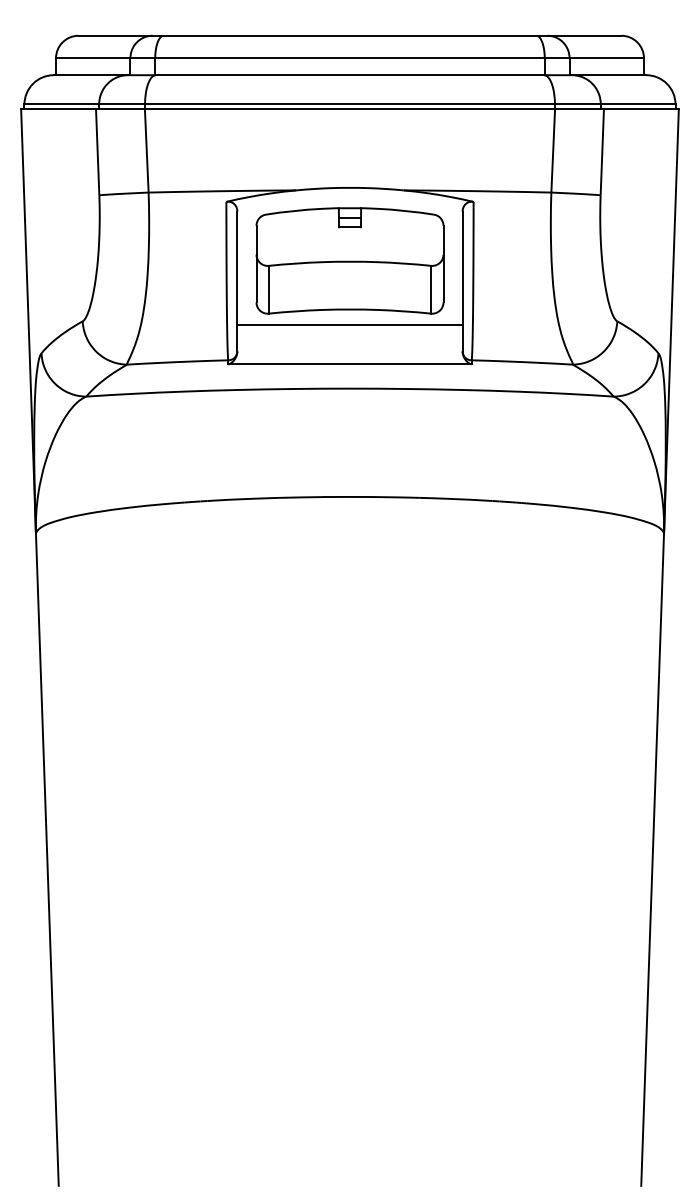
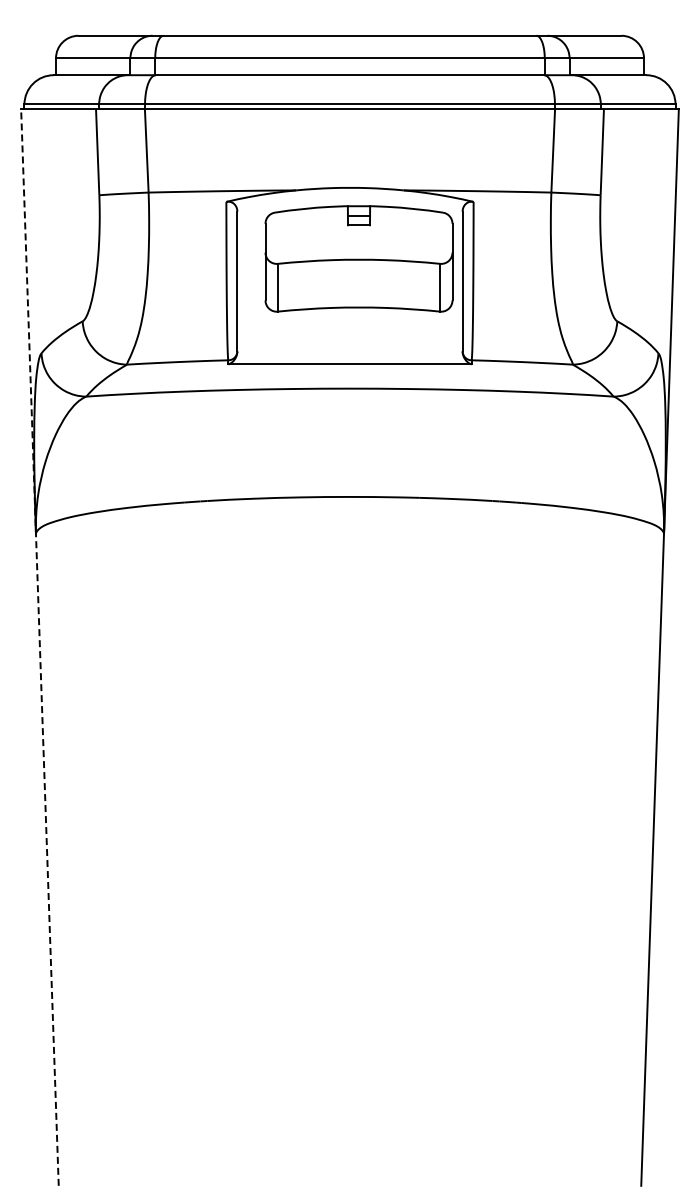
part at (349, 260) position: (349, 260) -> (358, 258)
line at (349, 325): present -> none
line at (39, 647): solid -> dashed
